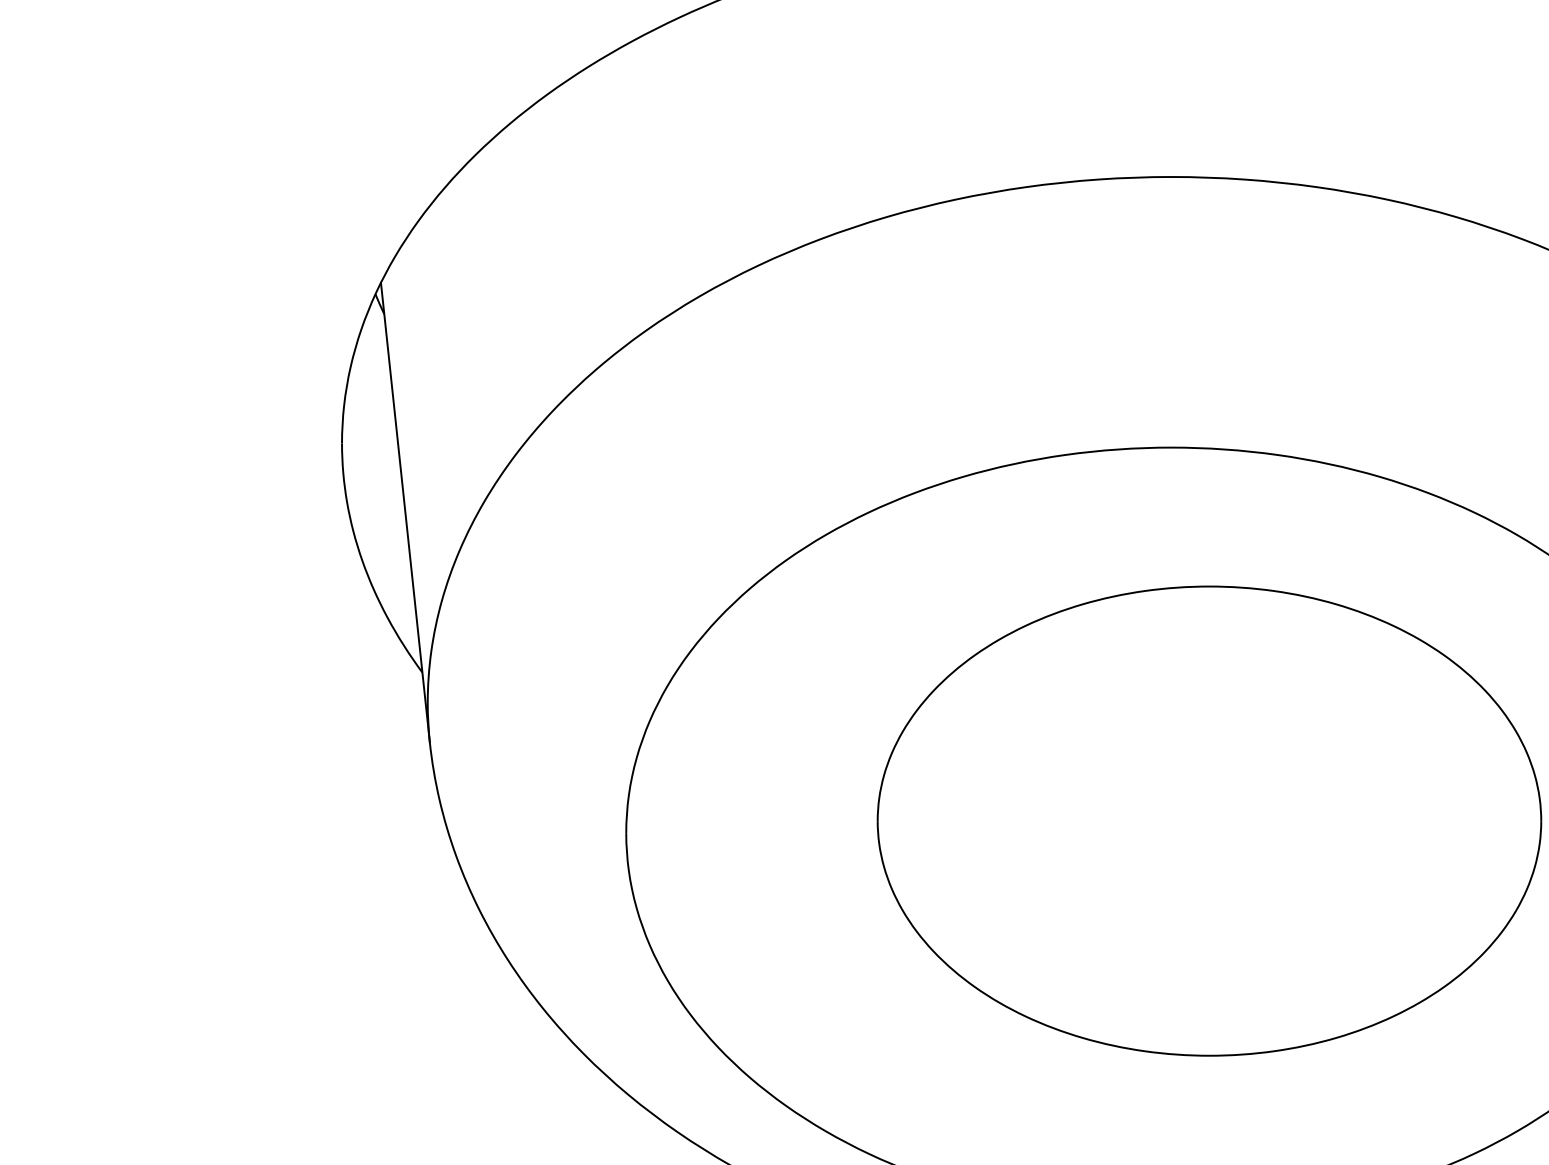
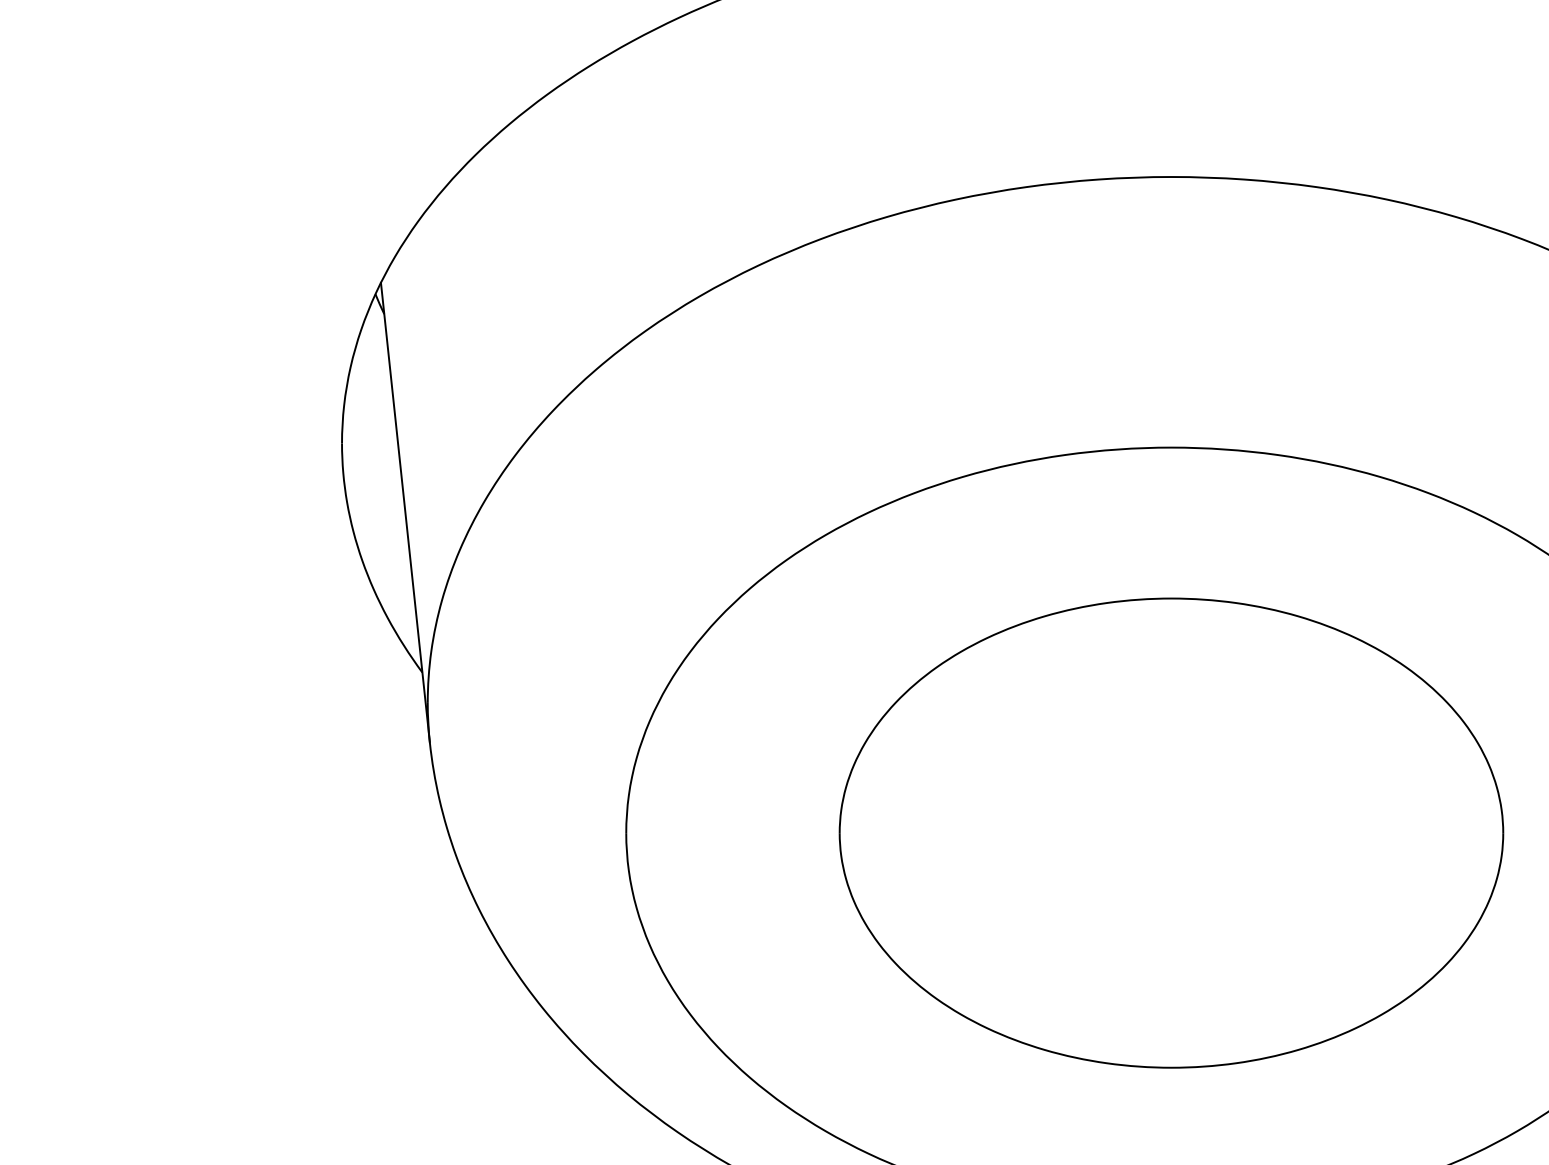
part at (1209, 820) position: (1209, 820) -> (1171, 832)
